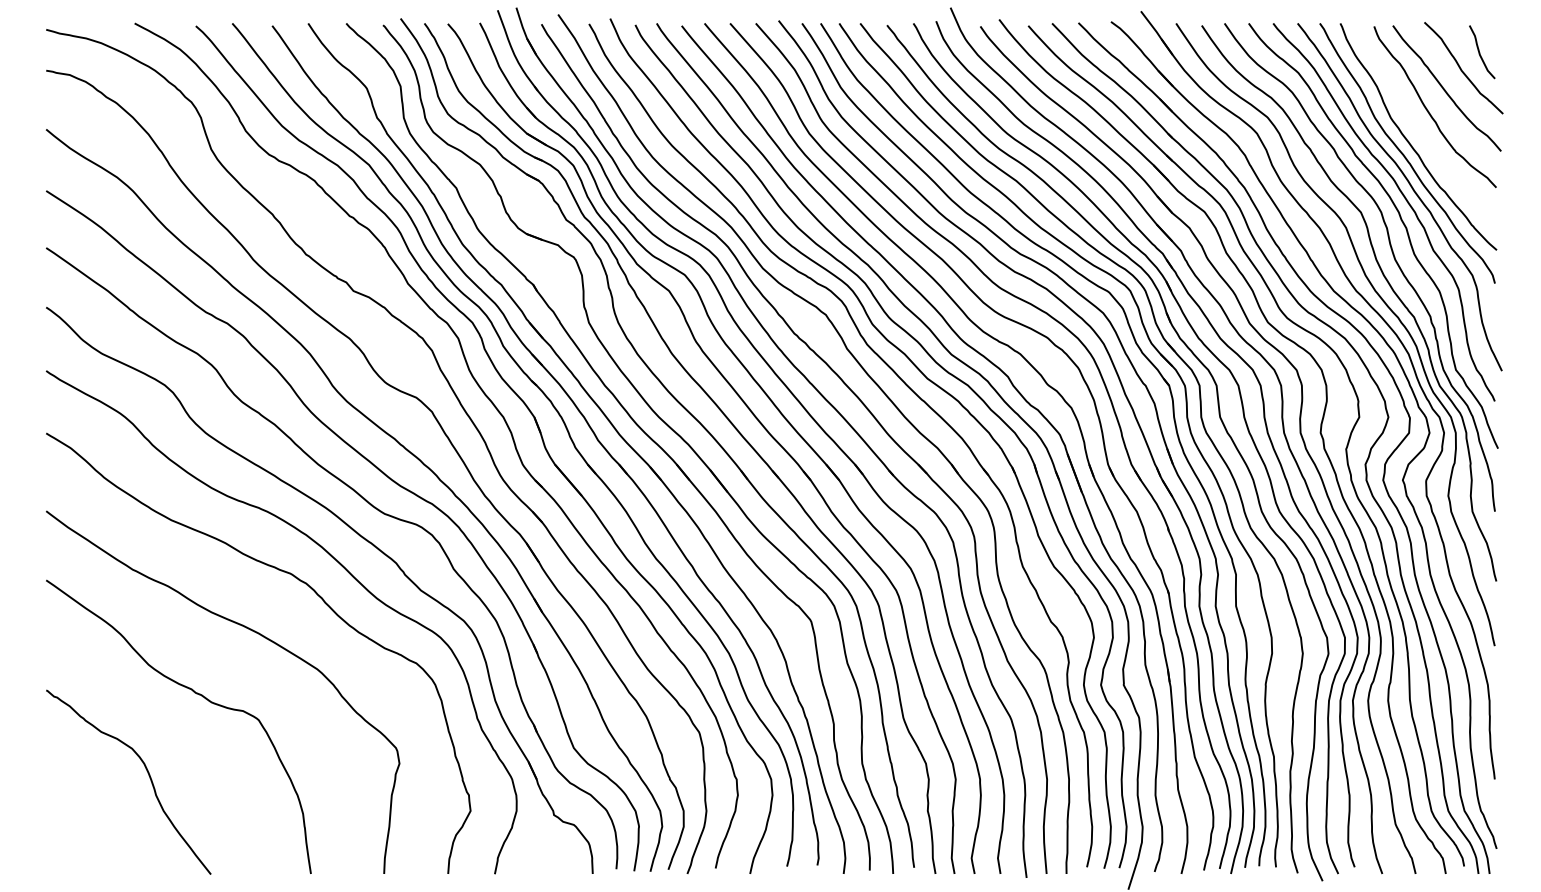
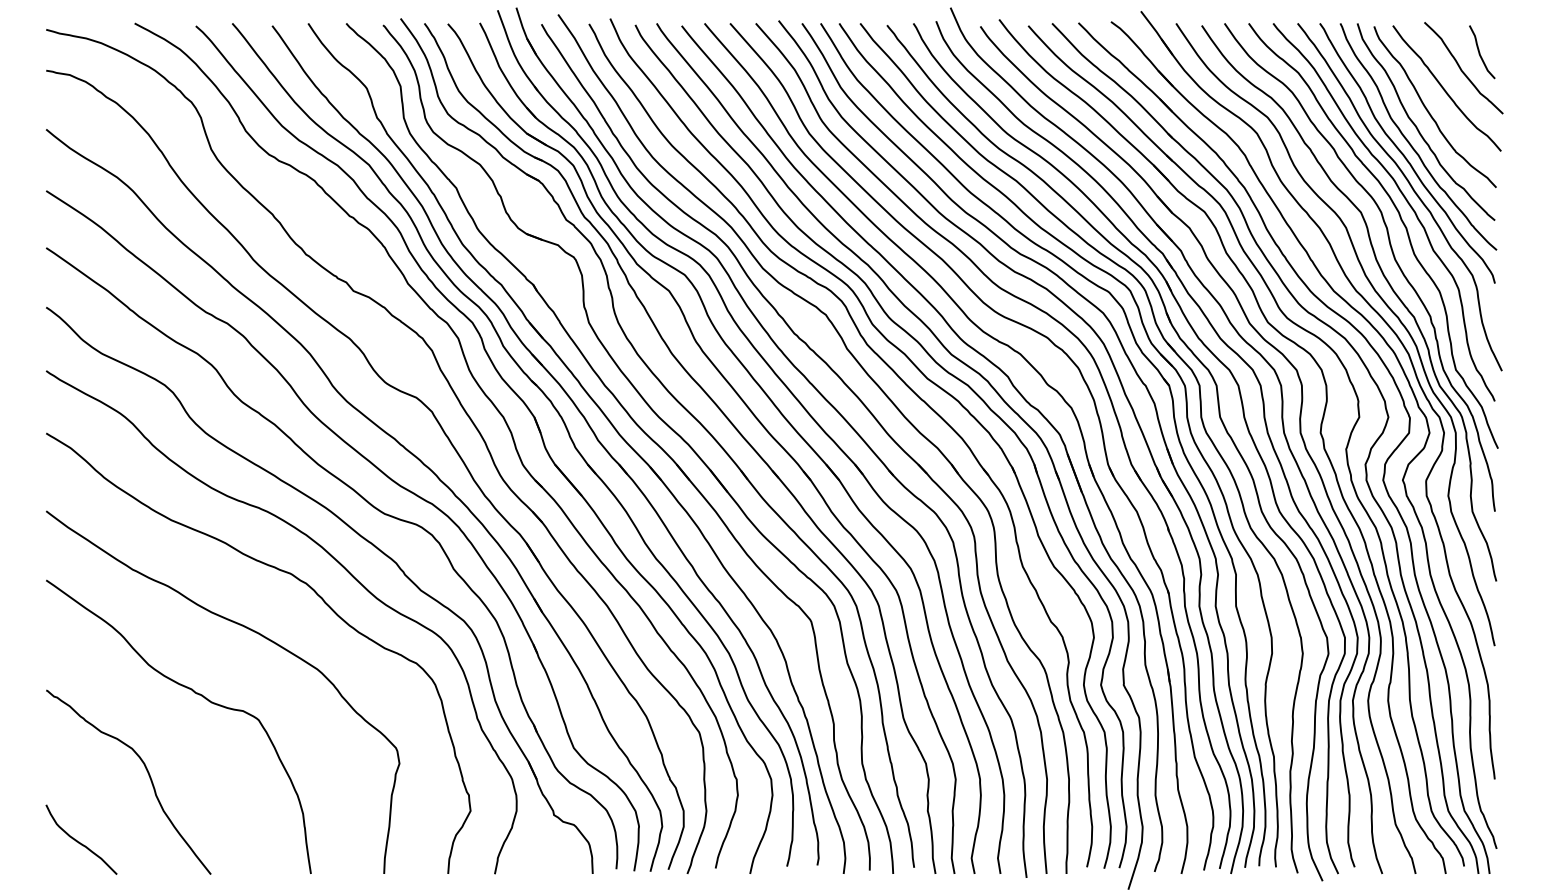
curve at (1417, 126): none -> present
curve at (79, 841): none -> present
